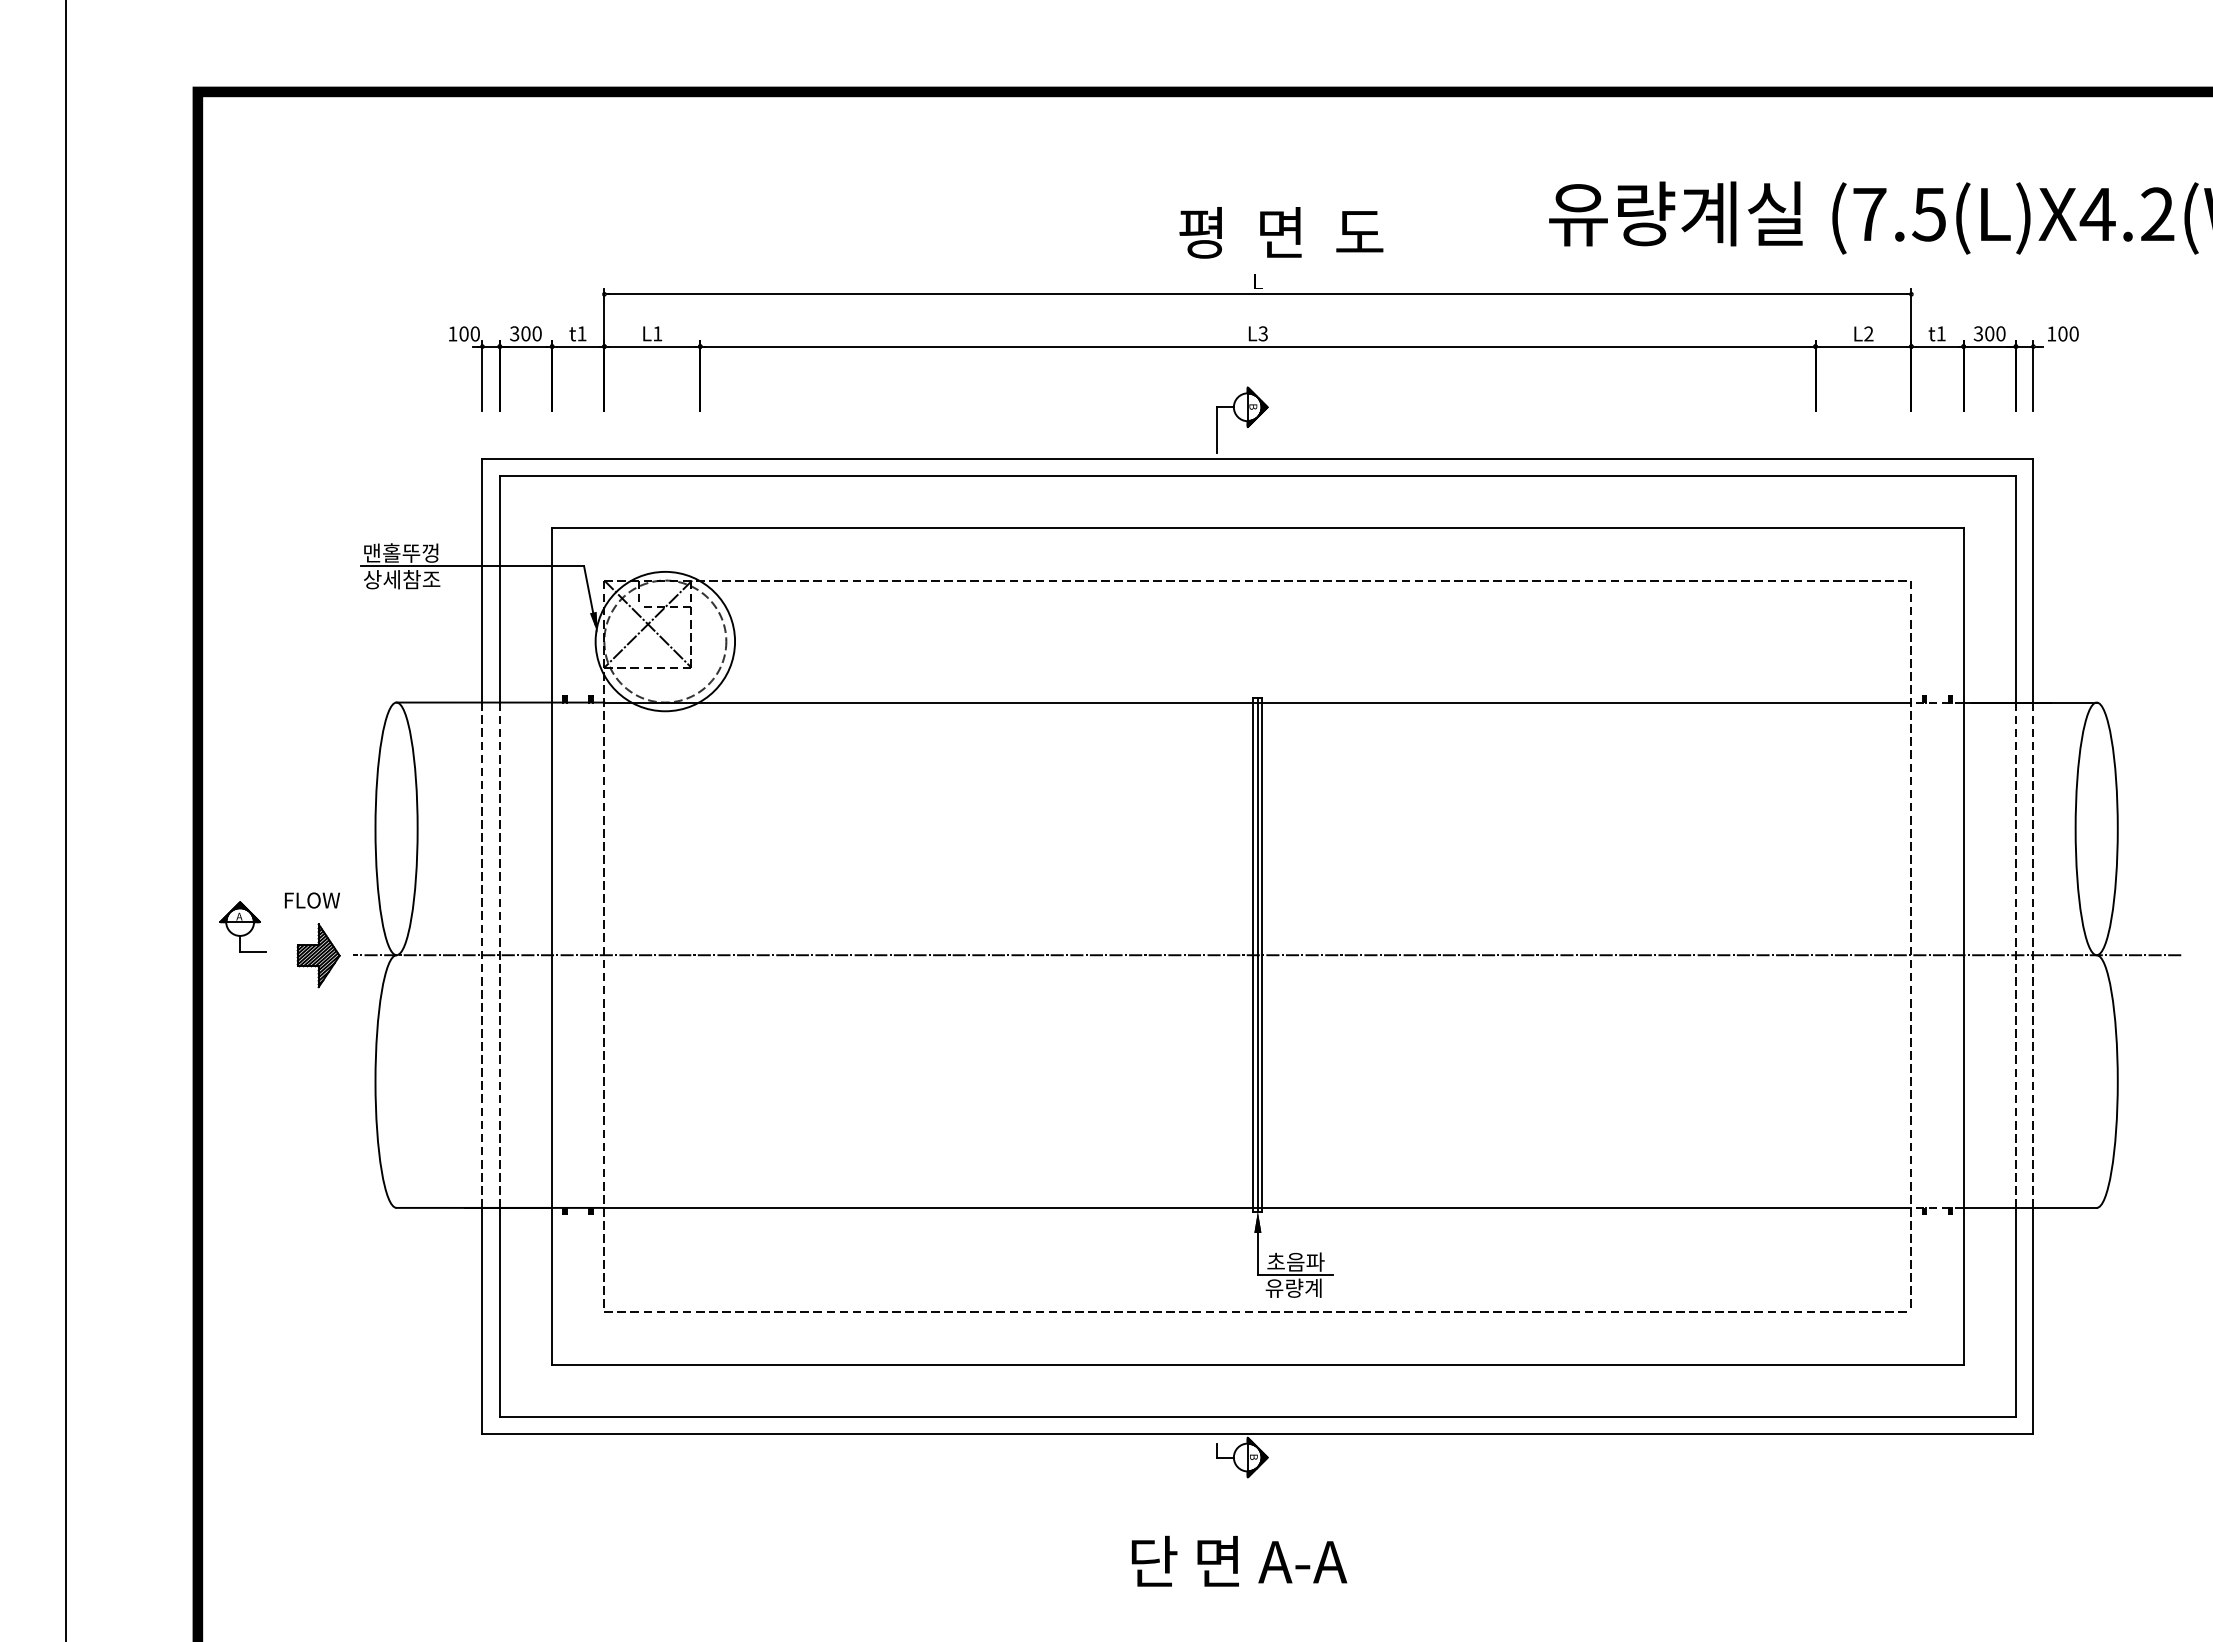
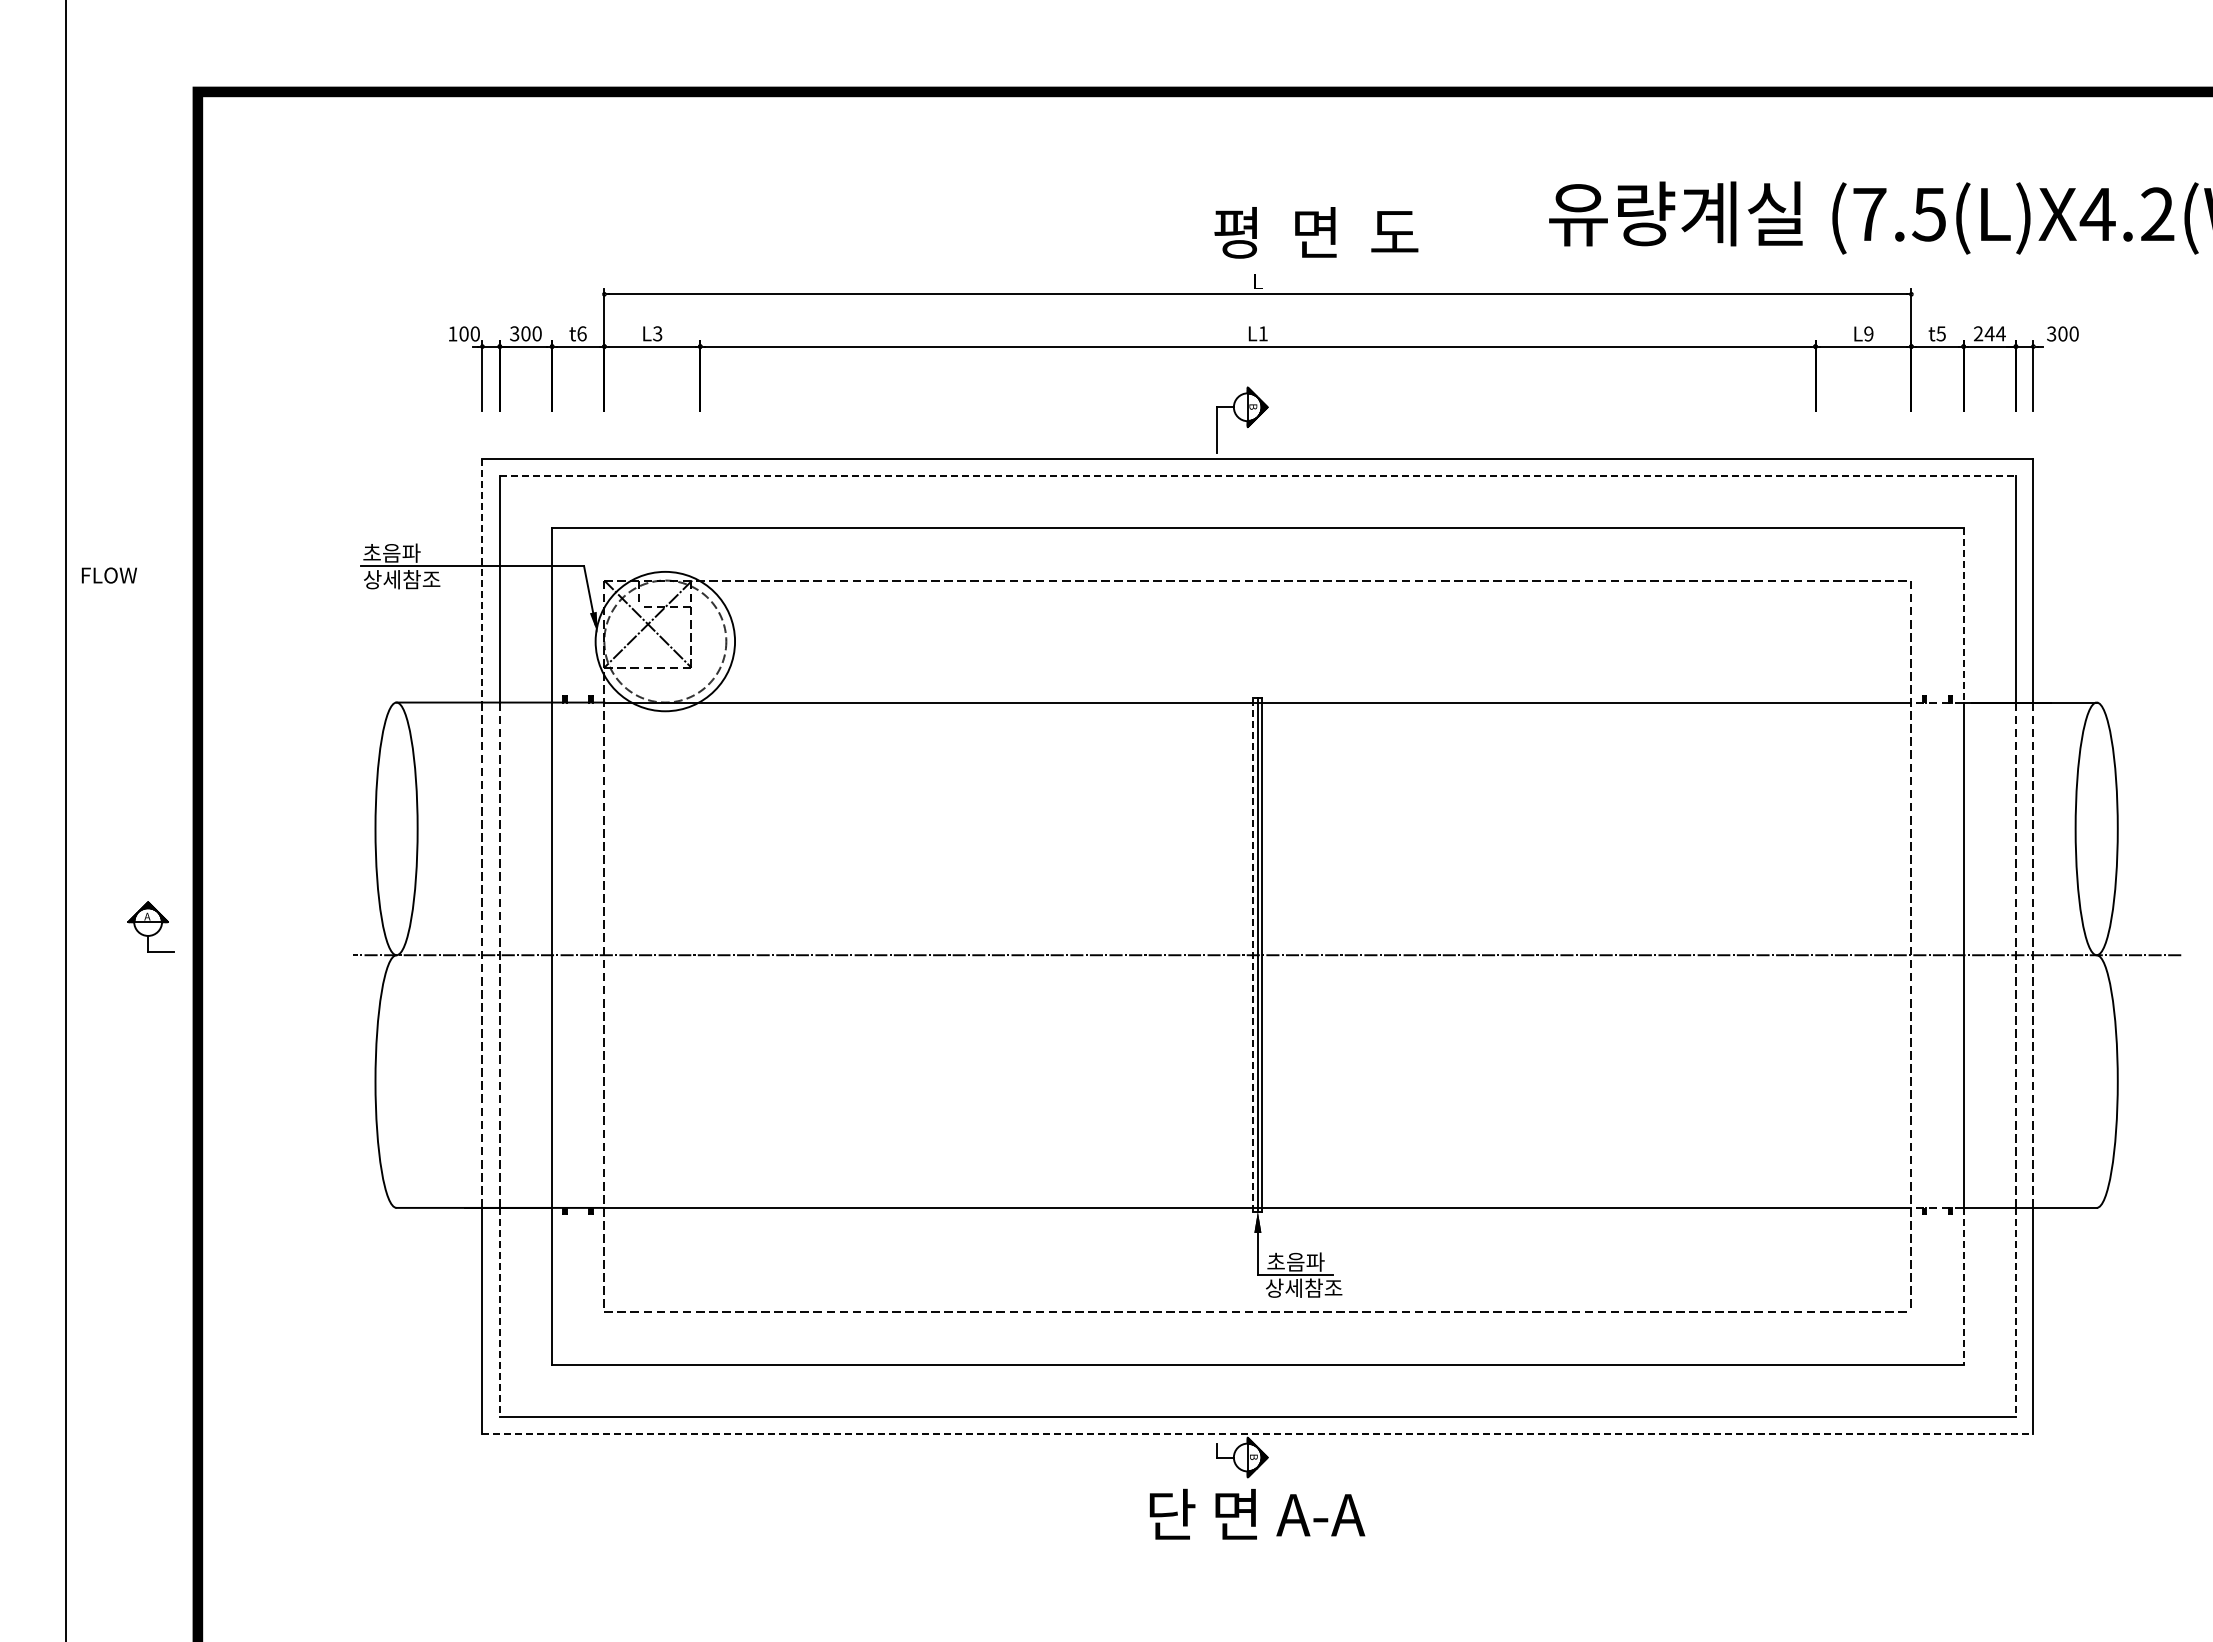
text at (1281, 232) position: (1281, 232) -> (1316, 232)
text at (581, 333): t1 -> t6
text at (657, 333): L1 -> L3
text at (1262, 333): L3 -> L1
text at (1940, 333): t1 -> t5
text at (1989, 333): 300 -> 244
text at (2051, 333): 100 -> 300
text at (1868, 334): L2 -> L9
line at (1258, 476): solid -> dashed
text at (400, 552): 맨홀뚜껑 -> 초음파
line at (482, 580): solid -> dashed
line at (1963, 615): solid -> dashed
text at (312, 900) position: (312, 900) -> (109, 575)
part at (242, 926) position: (242, 926) -> (150, 926)
line at (1253, 954): solid -> dashed
part at (318, 955): present -> none
line at (1963, 1286): solid -> dashed
text at (1303, 1287): 유량계 -> 상세참조
line at (499, 1312): solid -> dashed
line at (2015, 1312): solid -> dashed
line at (1258, 1434): solid -> dashed
text at (1239, 1560) position: (1239, 1560) -> (1257, 1513)
